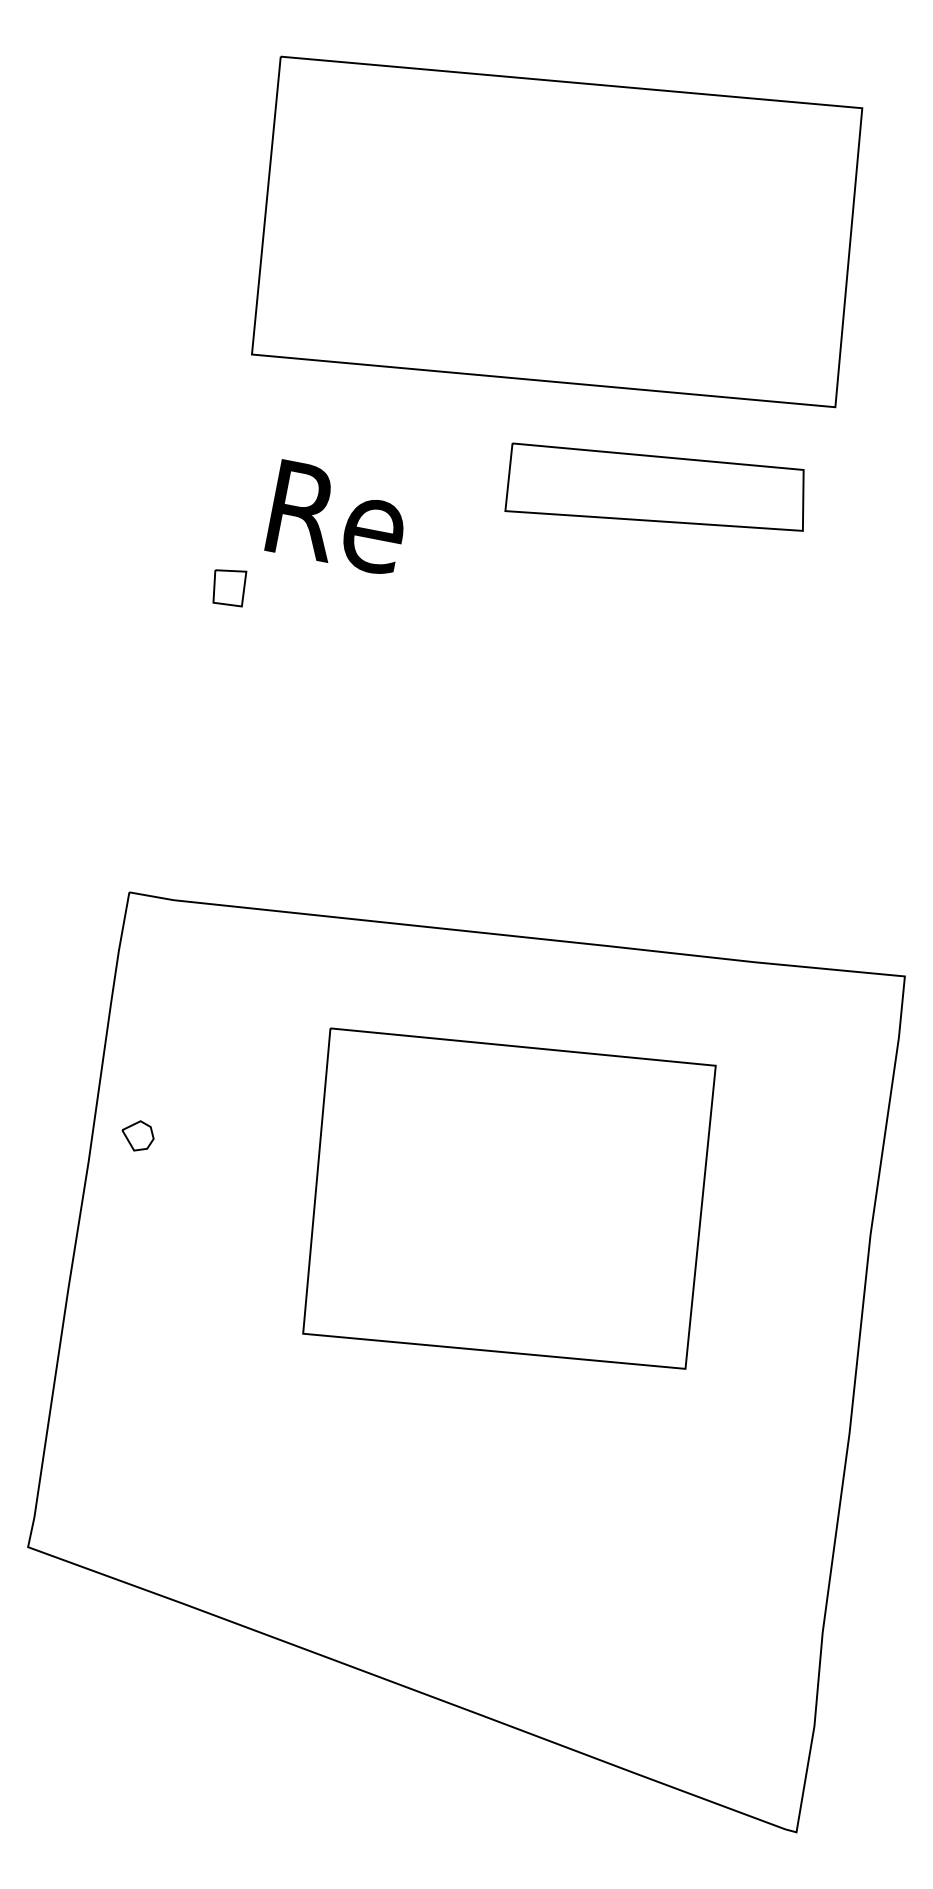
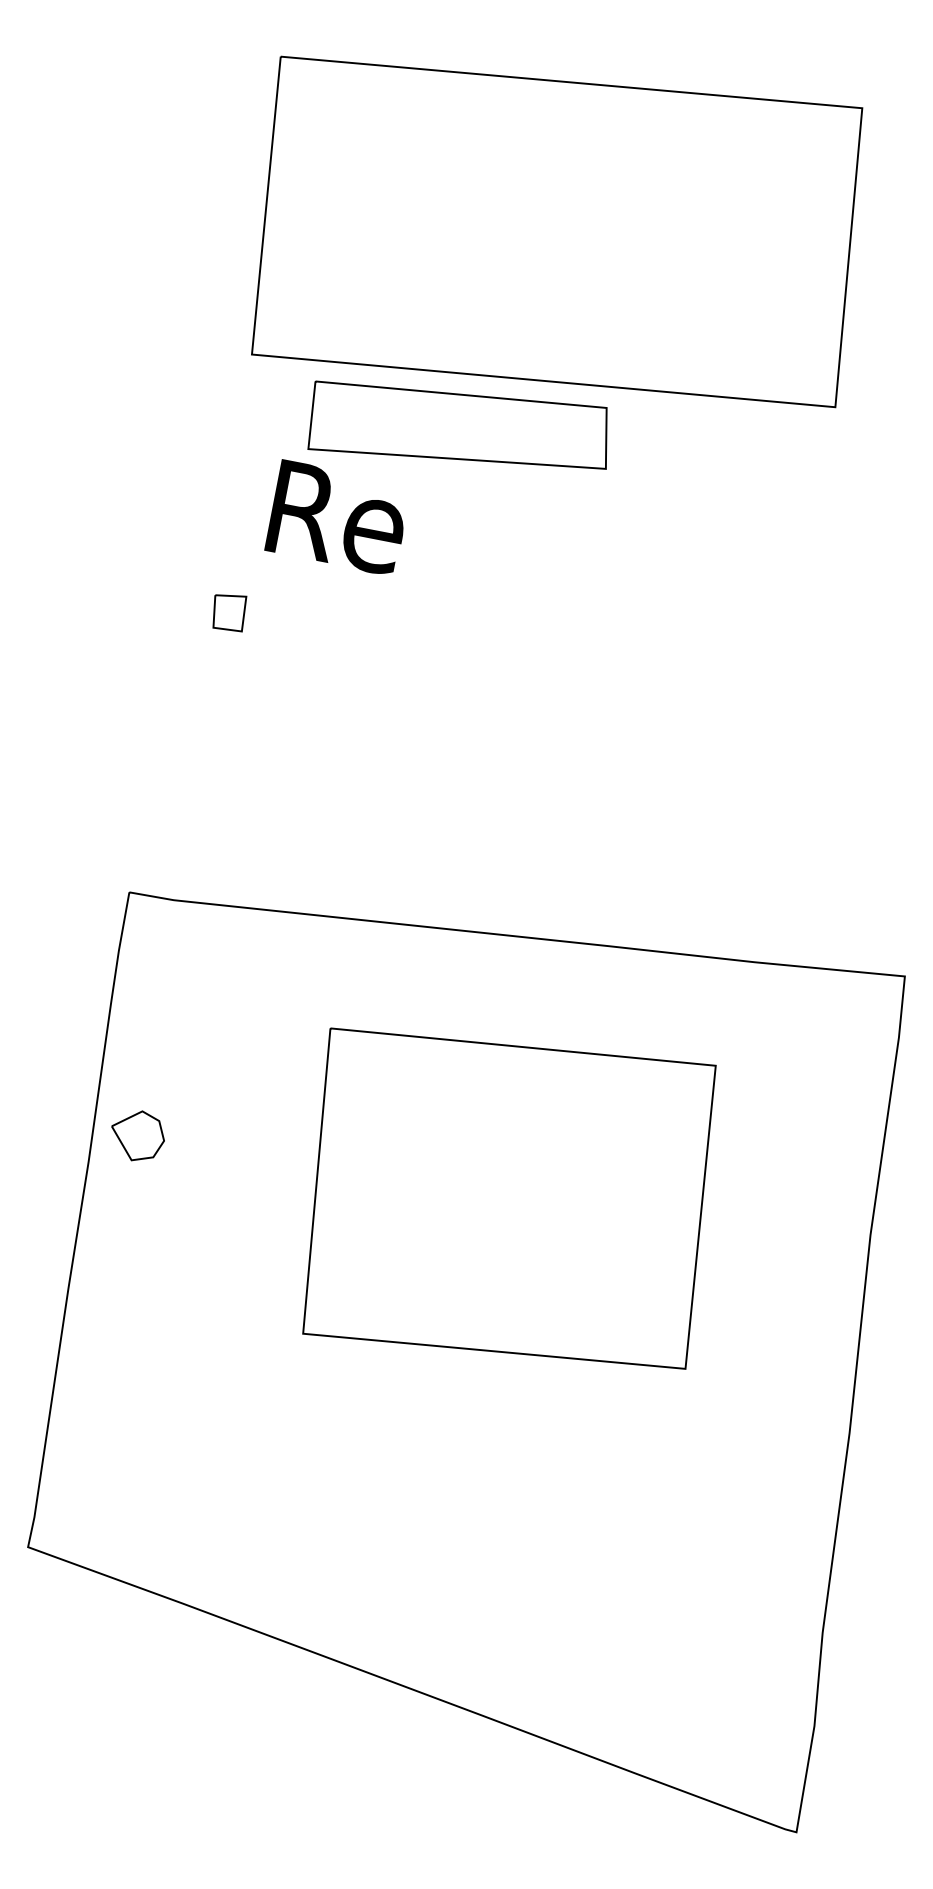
part at (654, 486) position: (654, 486) -> (457, 424)
part at (229, 588) position: (229, 588) -> (229, 613)
part at (137, 1135) size: 34x32 px -> 54x52 px
